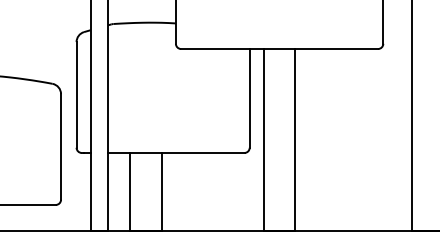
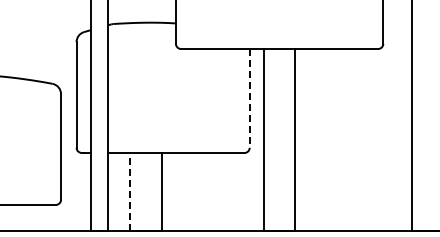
line at (249, 98): solid -> dashed
line at (130, 191): solid -> dashed
